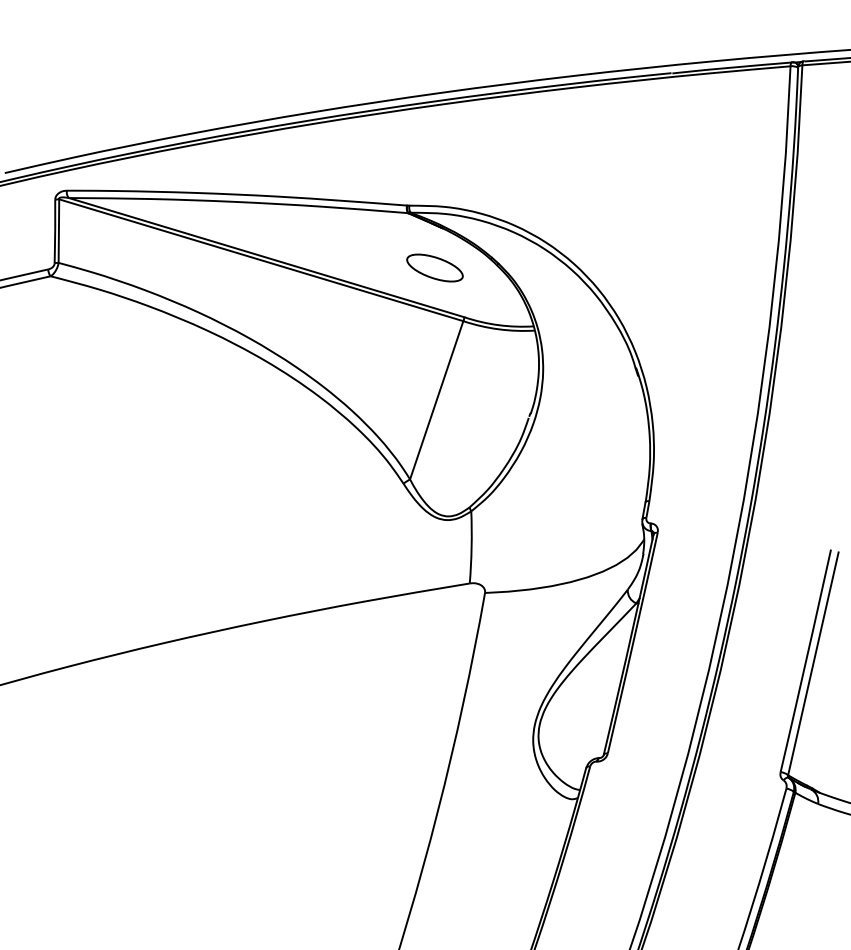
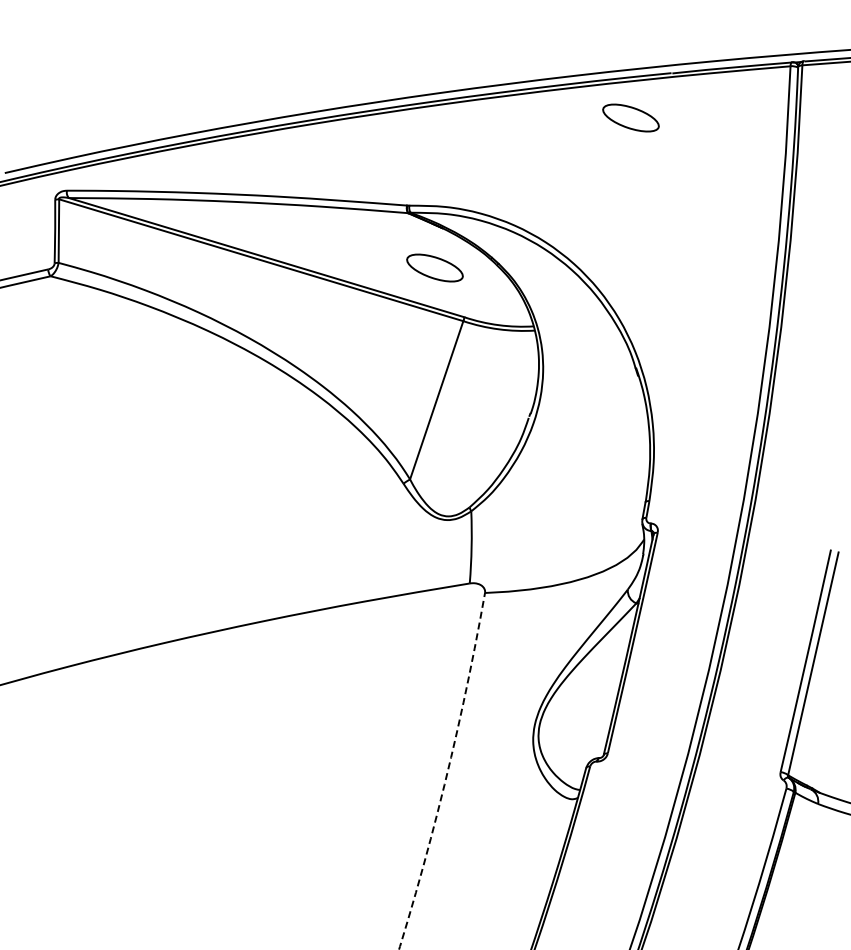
part at (630, 117): none -> present
arc at (447, 772): solid -> dashed
